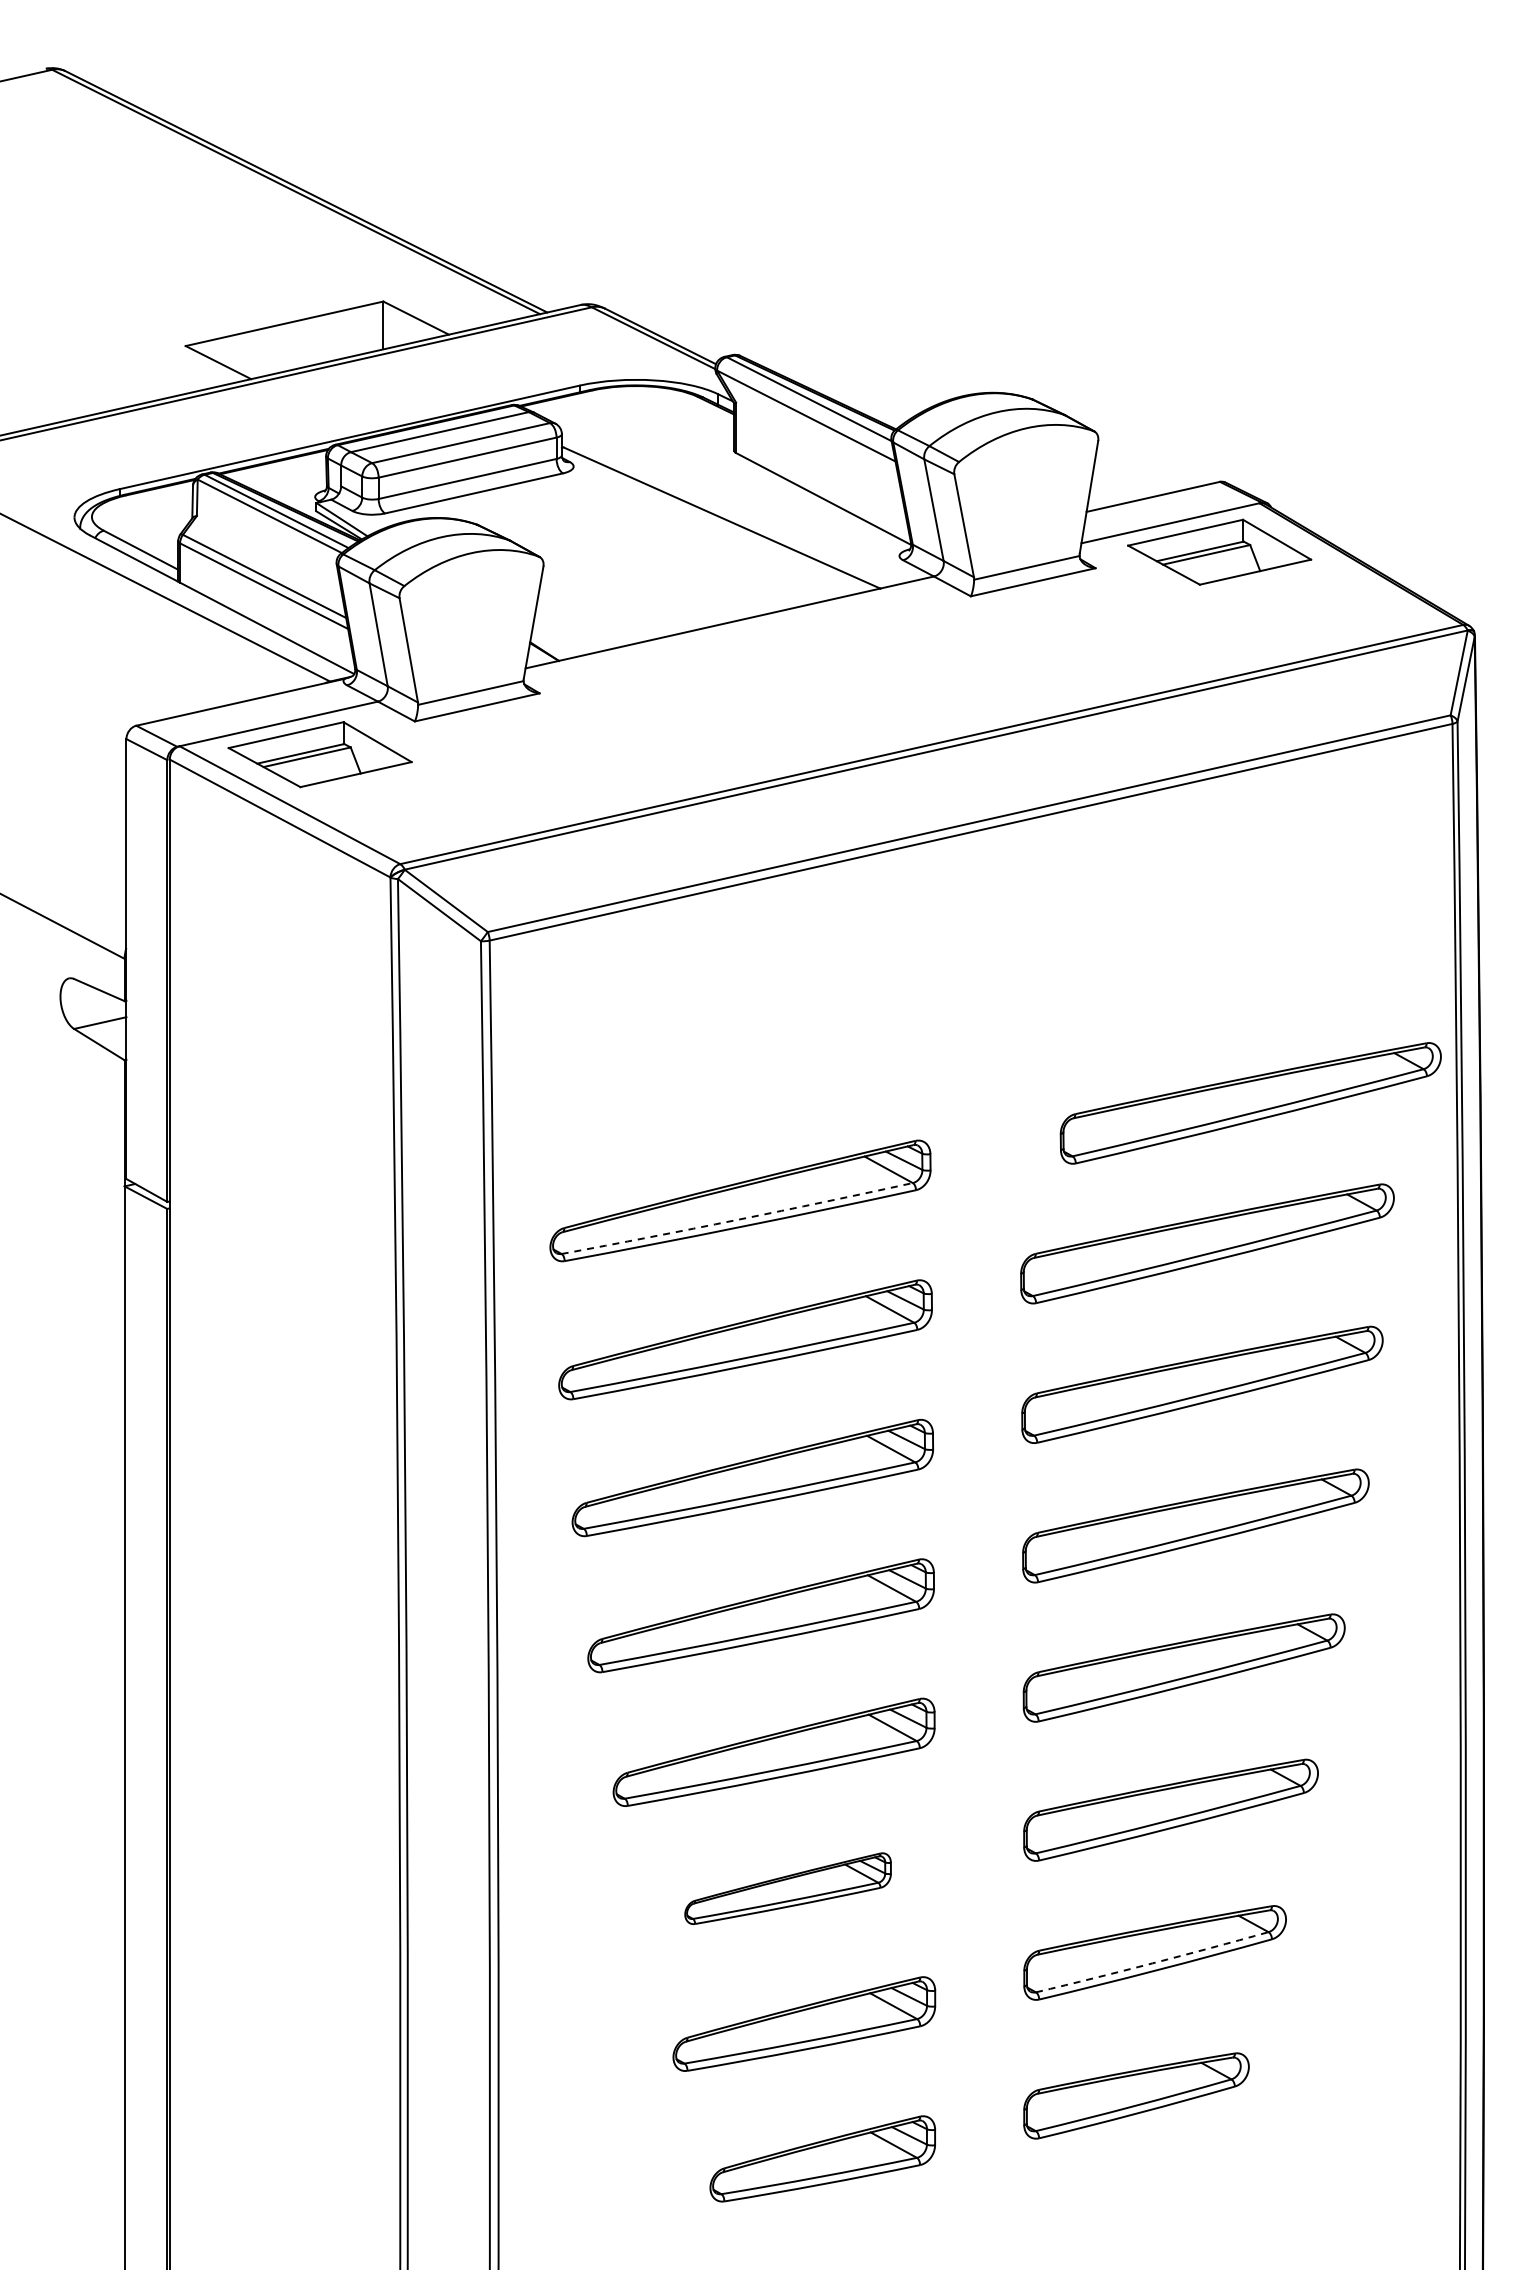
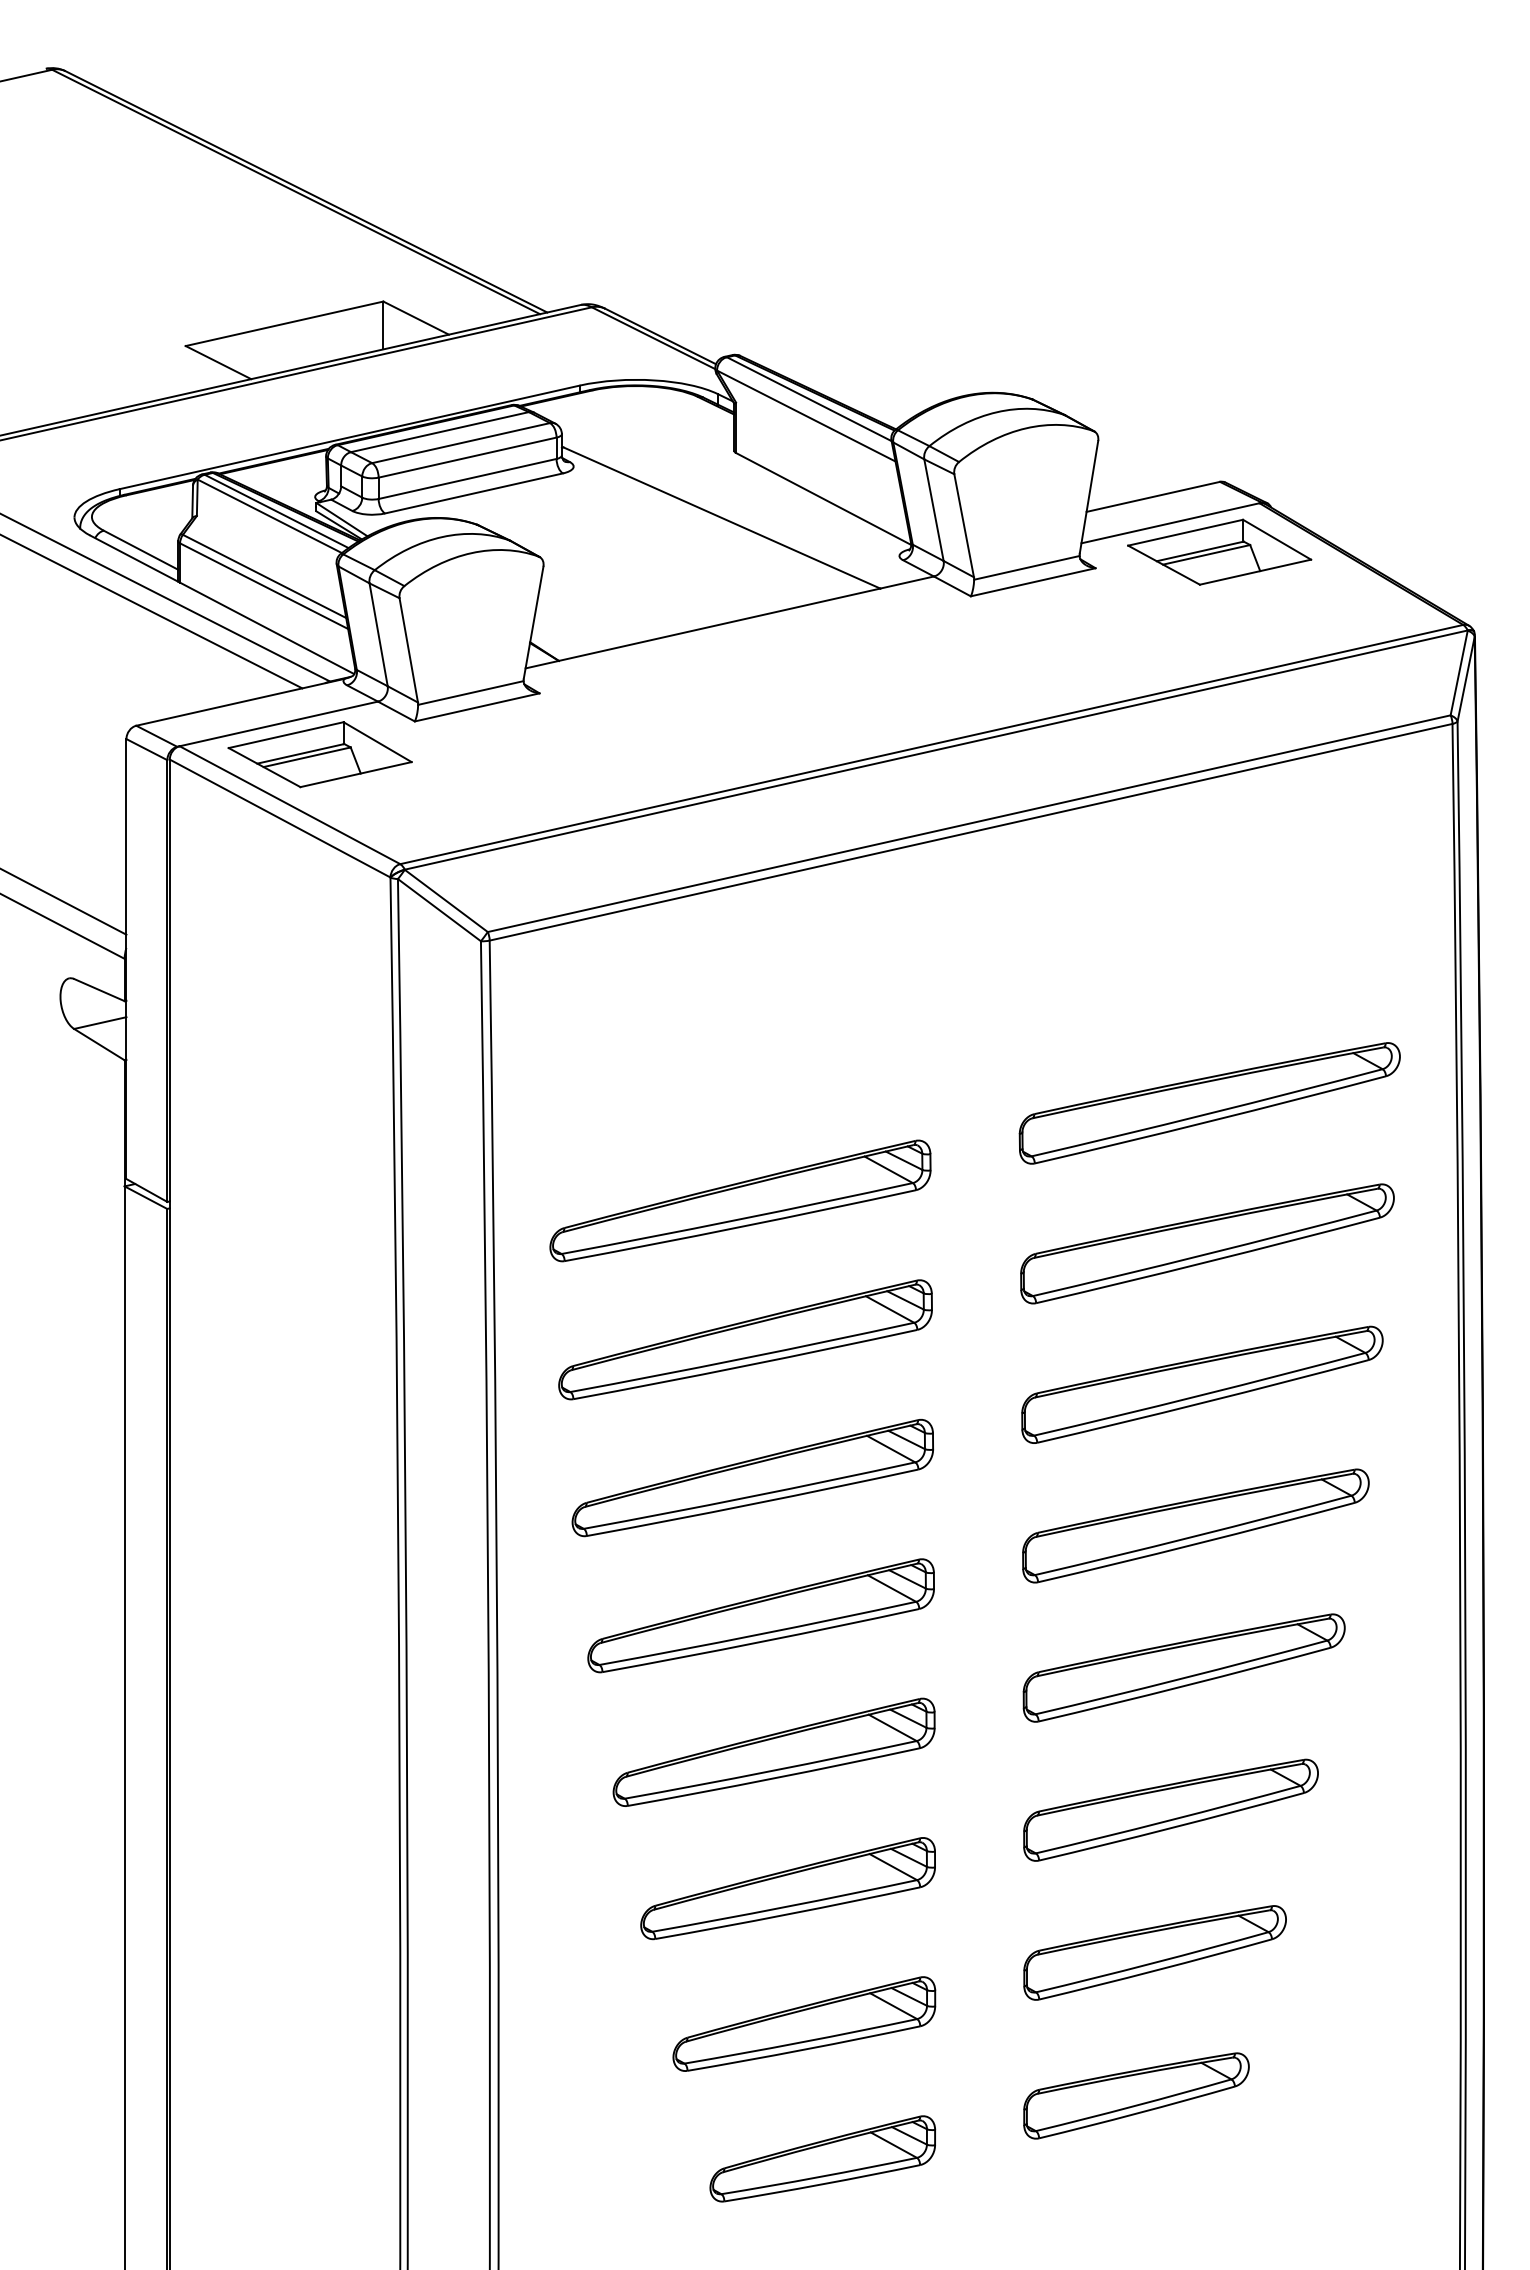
line at (152, 611): none -> present
line at (64, 901): none -> present
part at (1250, 1103) position: (1250, 1103) -> (1209, 1103)
arc at (737, 1219): dashed -> solid
part at (787, 1888) size: 208x73 px -> 296x104 px
arc at (1152, 1963): dashed -> solid
